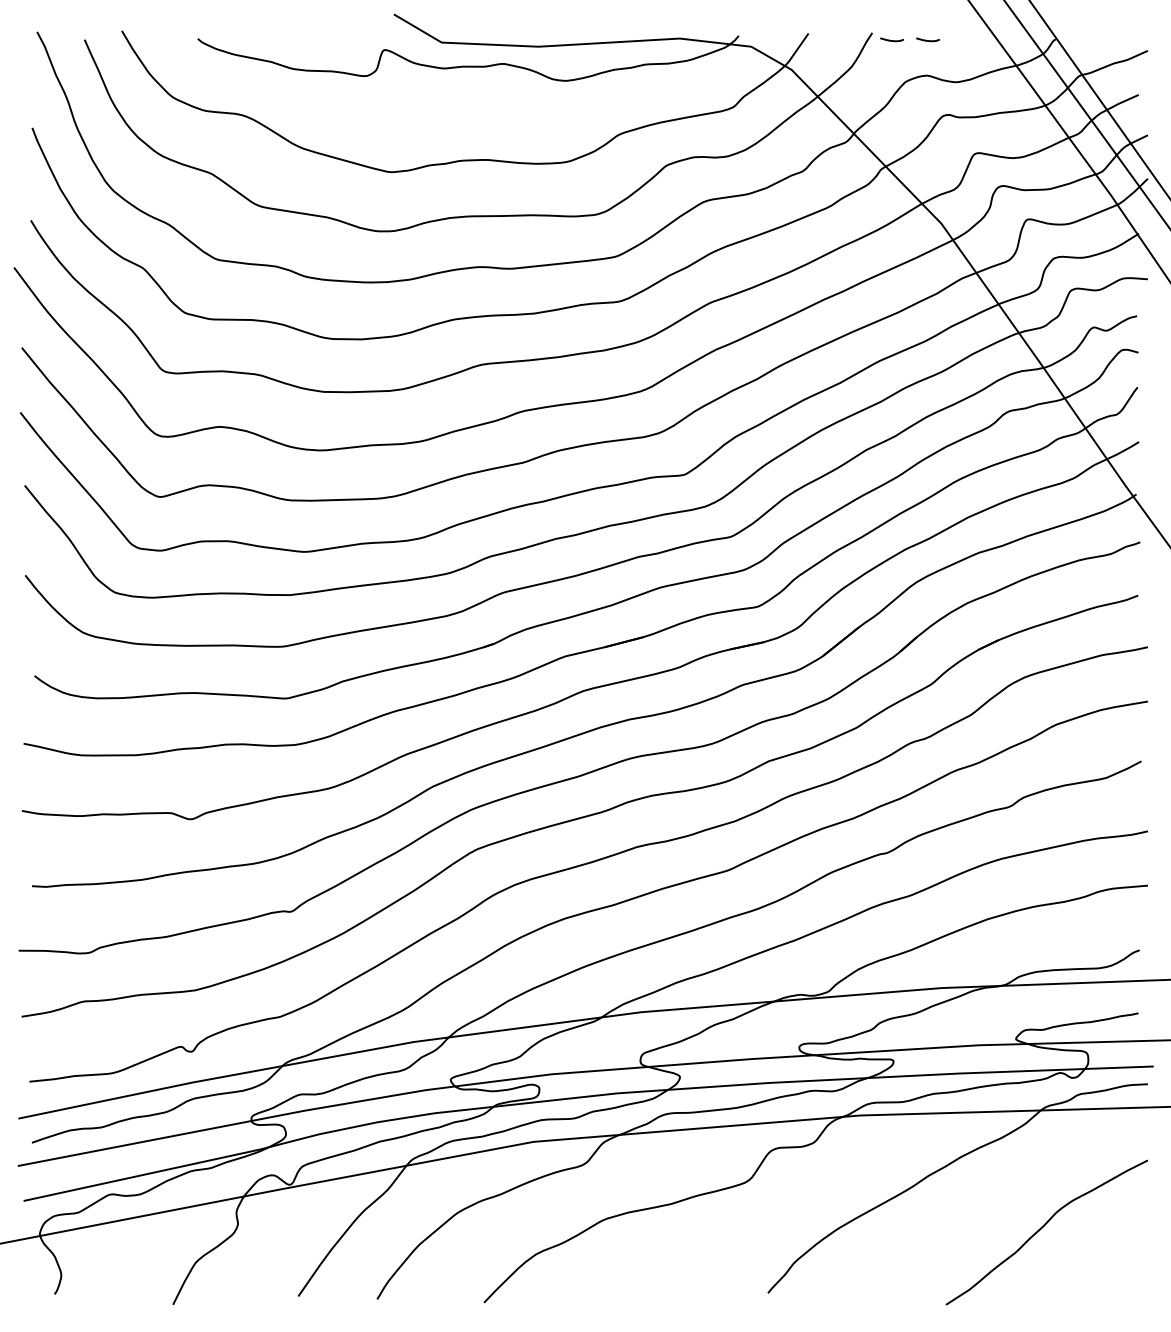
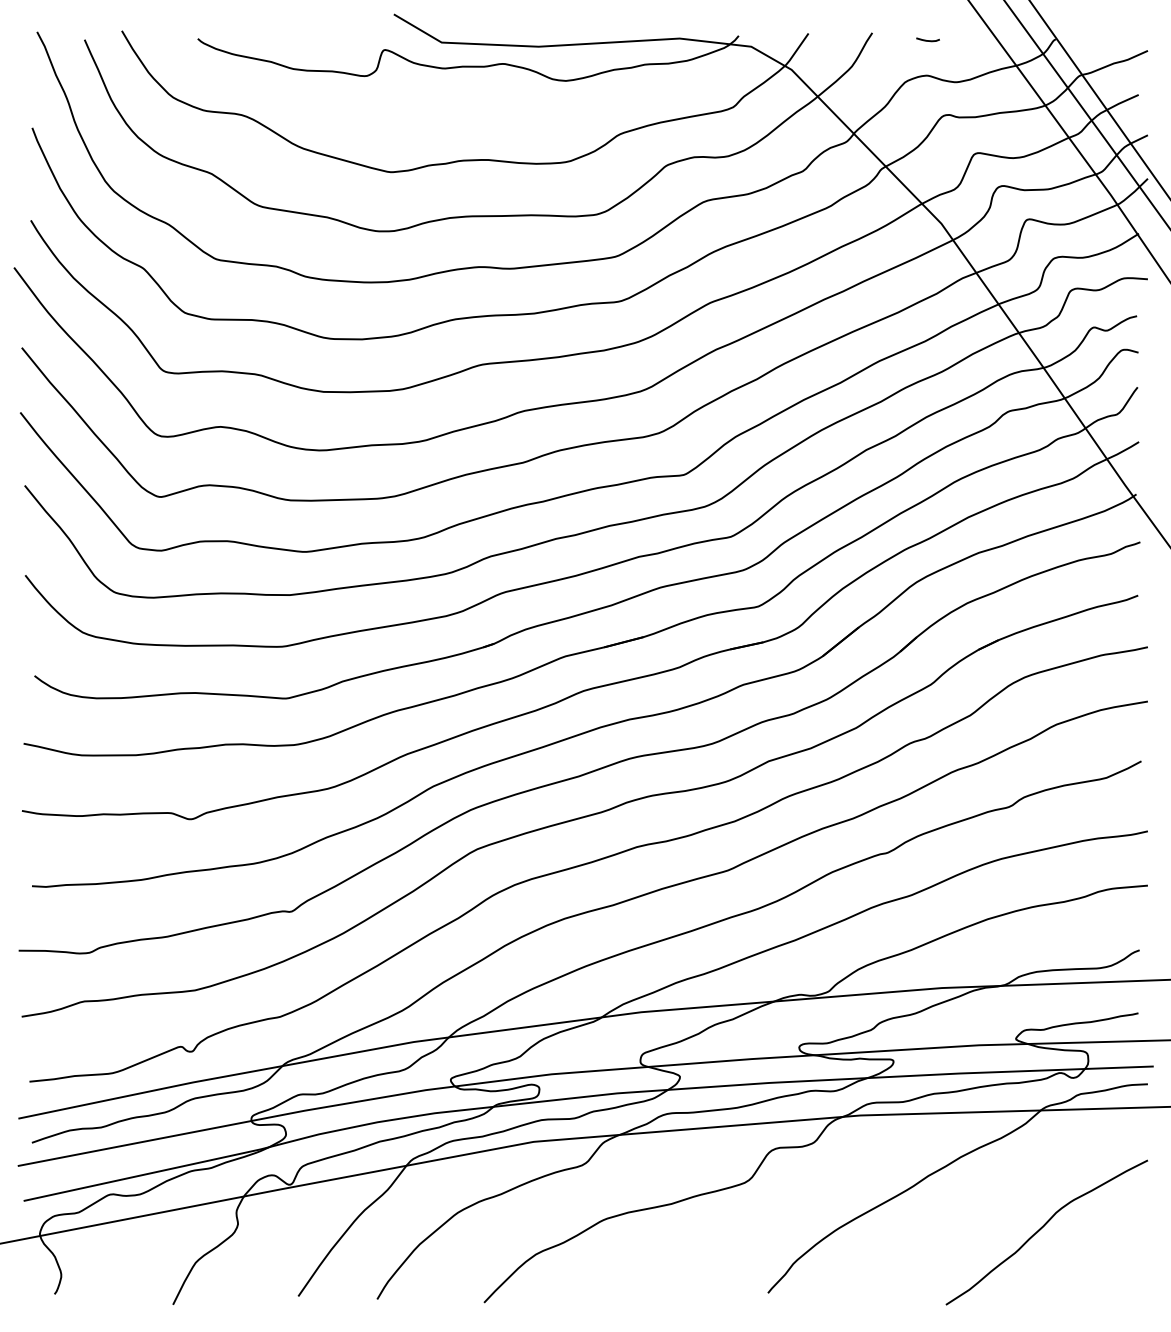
curve at (890, 39): present -> none
